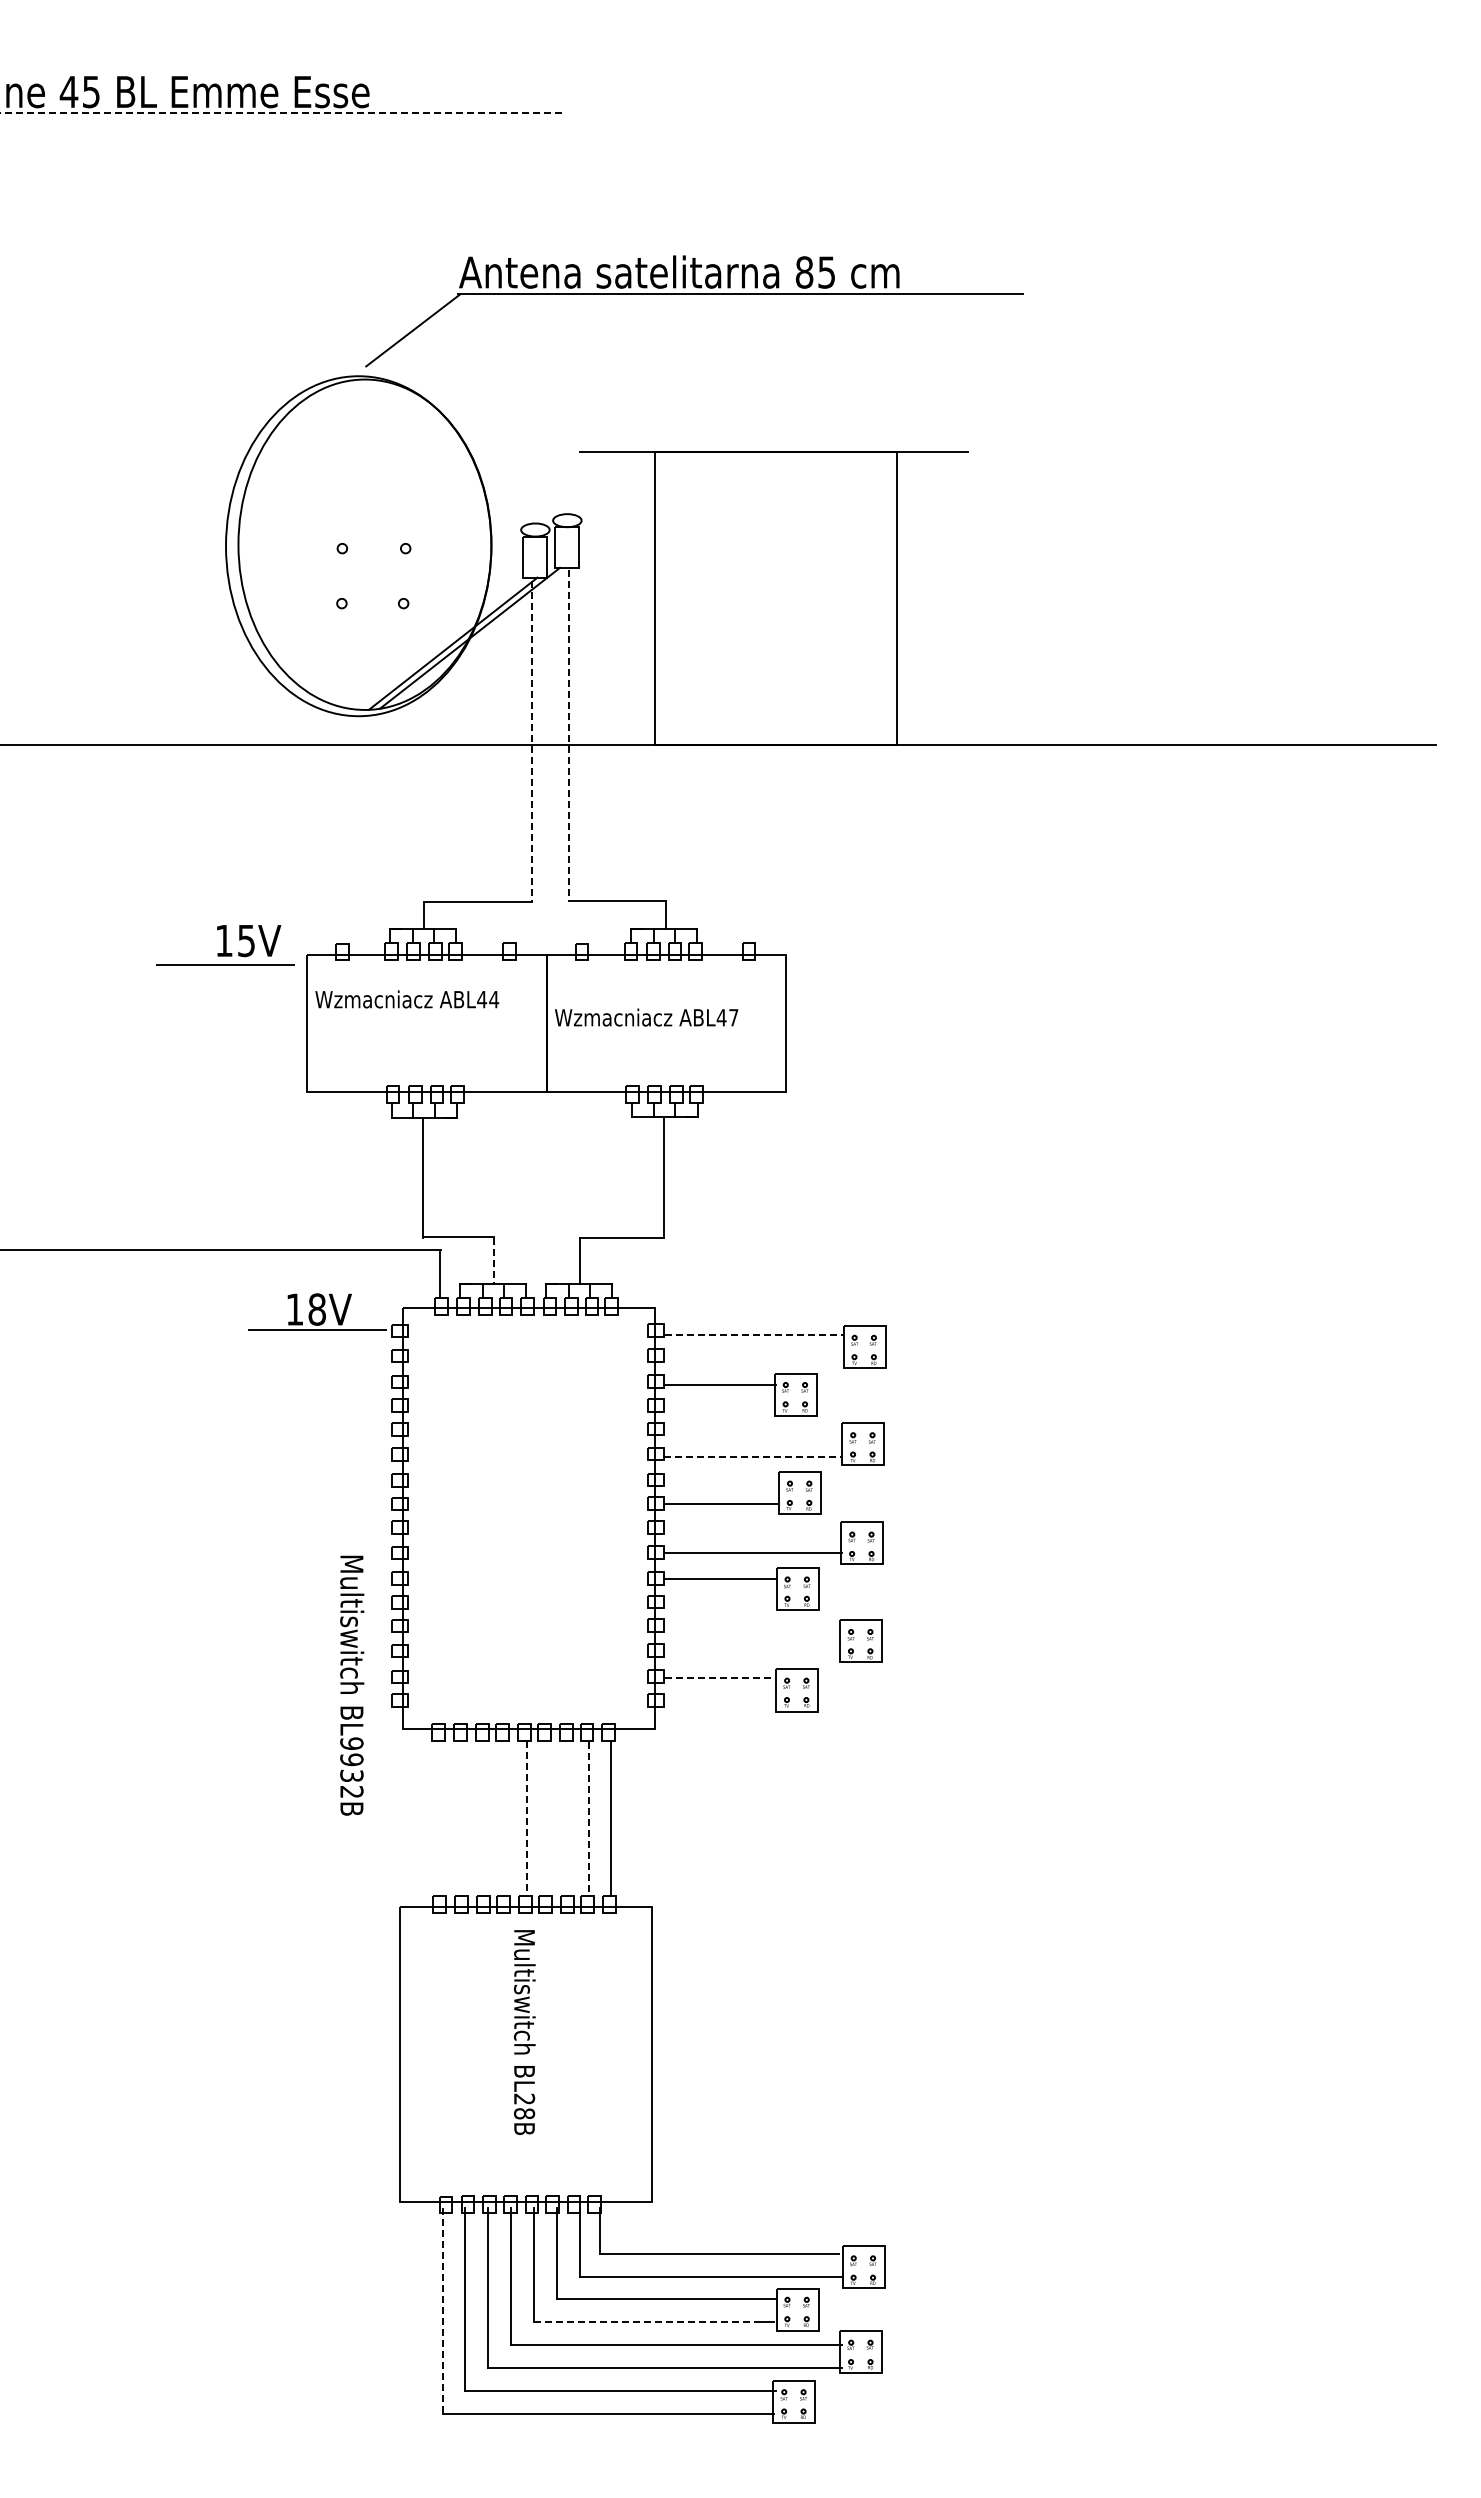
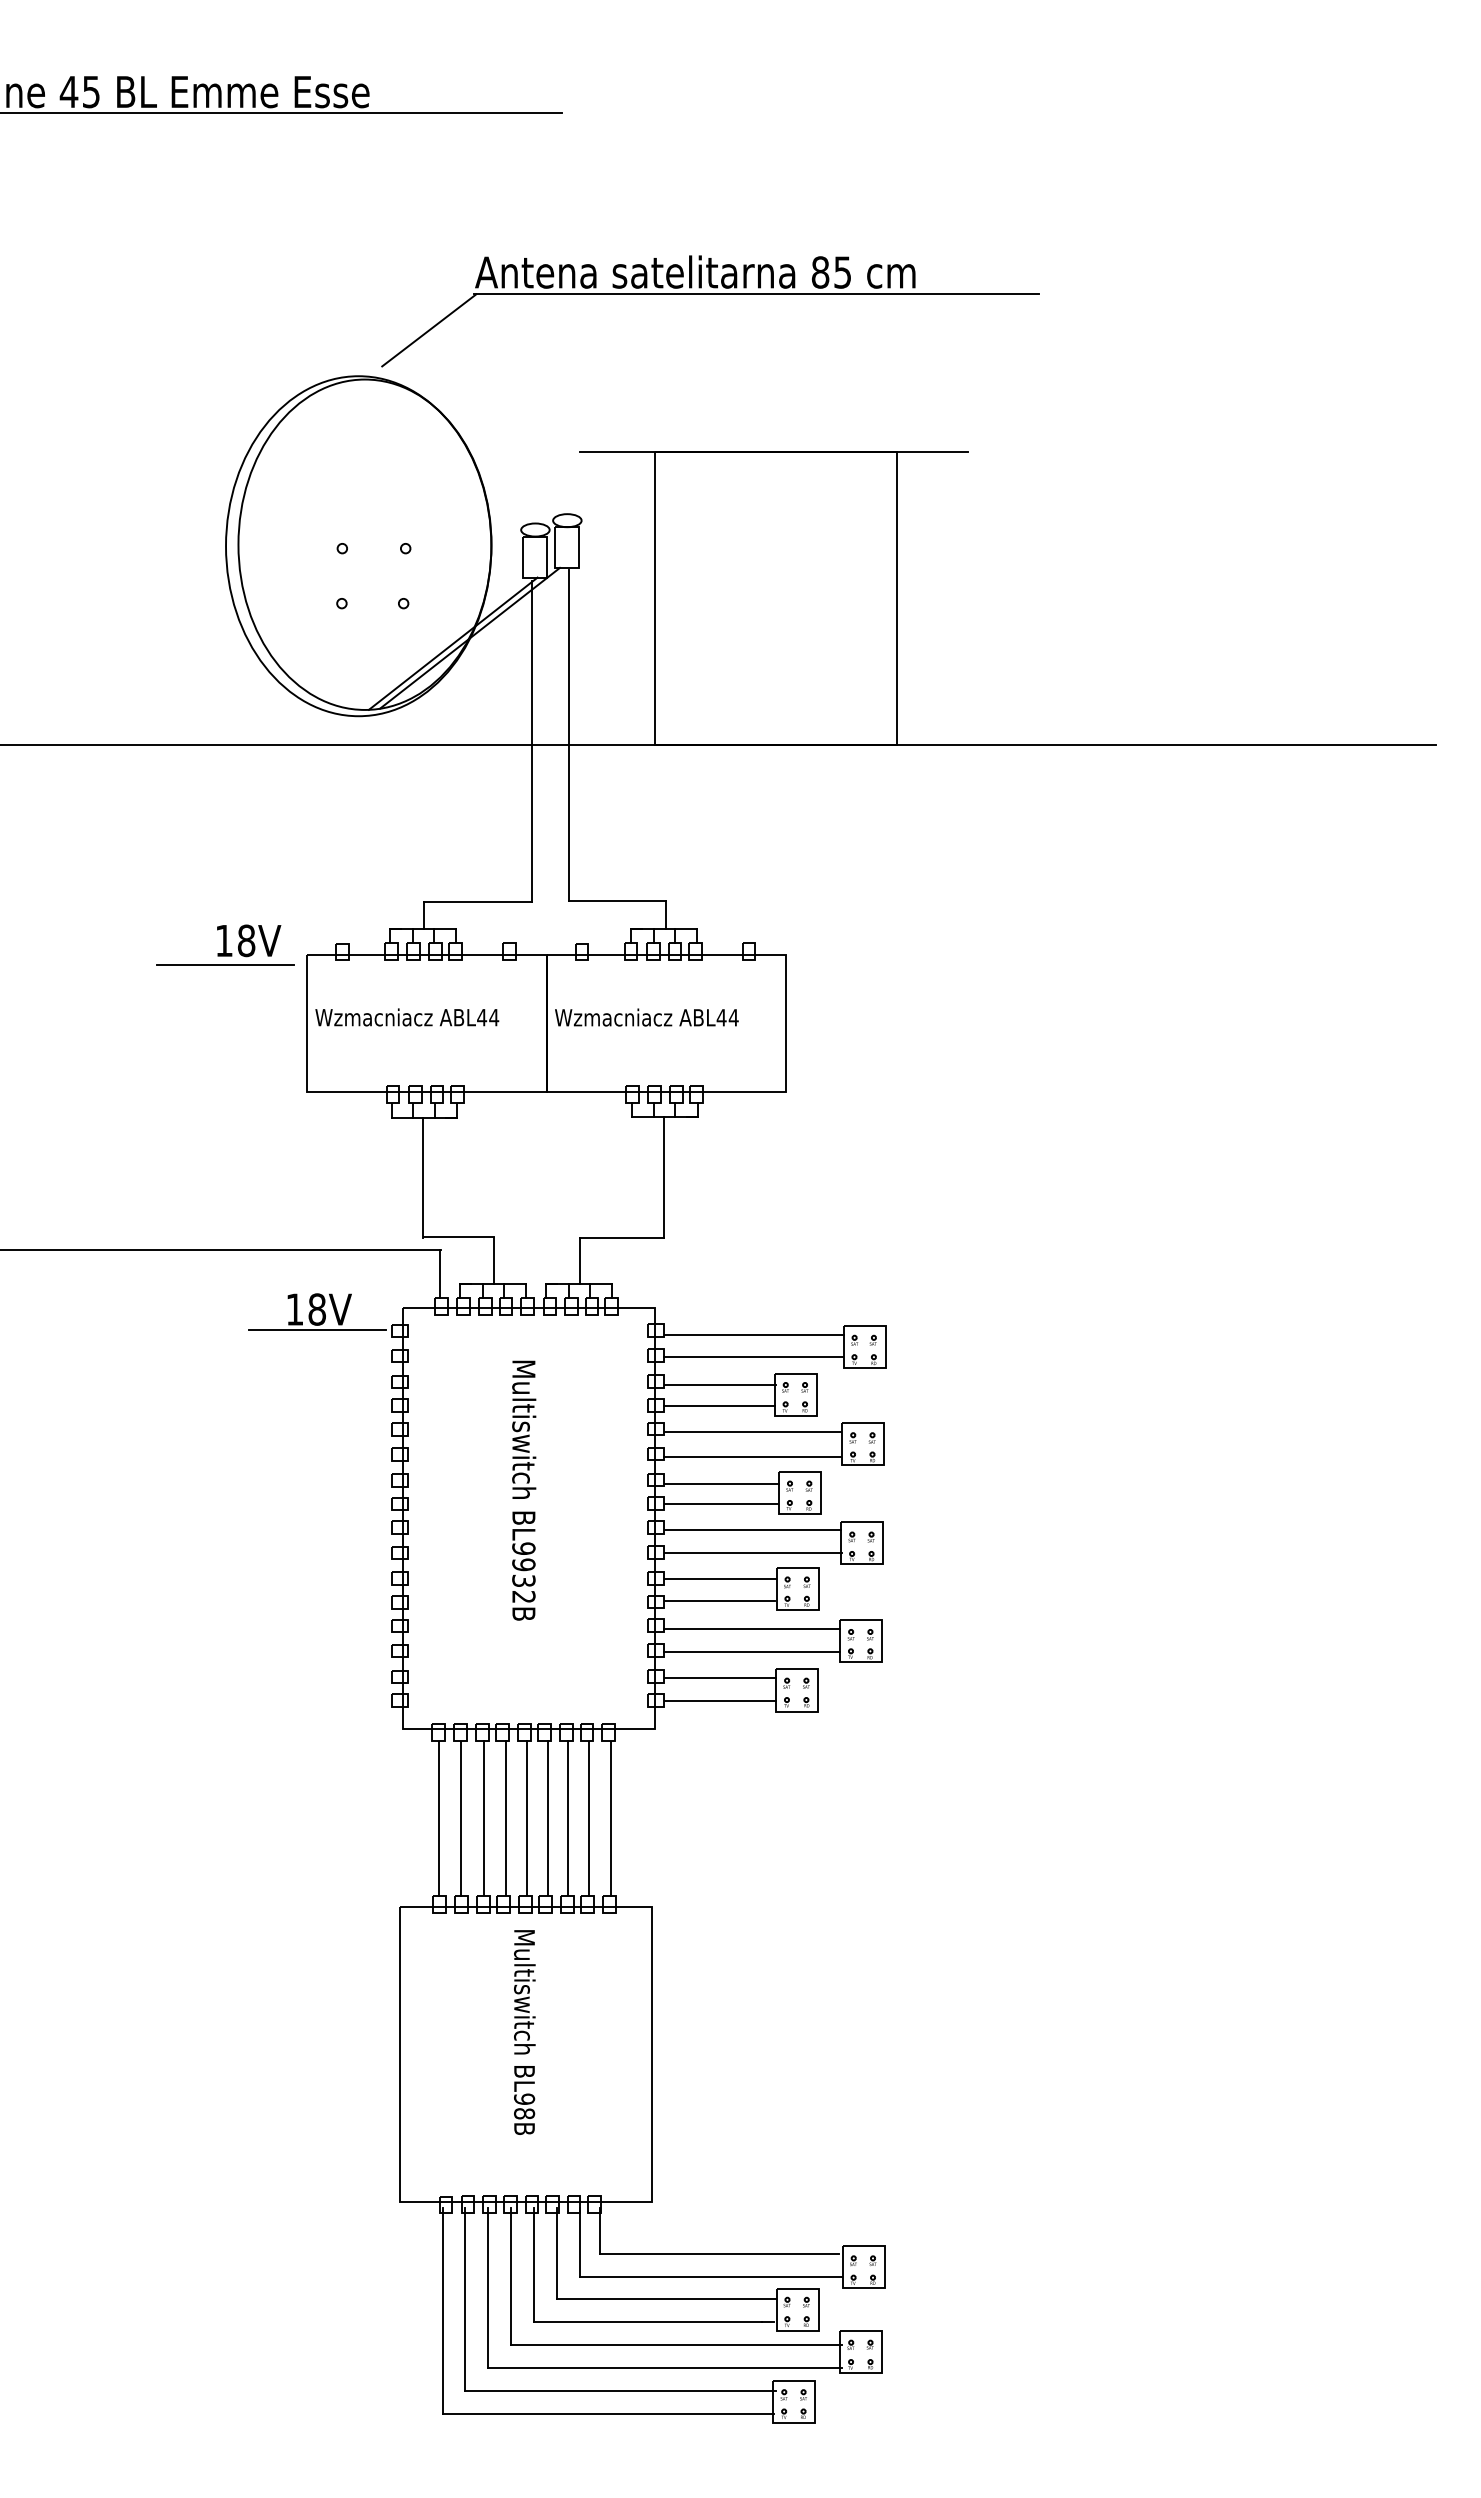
line at (280, 113): dashed -> solid
part at (694, 294) position: (694, 294) -> (710, 294)
line at (569, 736): dashed -> solid
line at (532, 741): dashed -> solid
text at (246, 940): 15V -> 18V
text at (407, 999) position: (407, 999) -> (407, 1017)
text at (733, 1017): ABL47 -> ABL44
line at (494, 1261): dashed -> solid
line at (754, 1334): dashed -> solid
line at (753, 1356): none -> present
line at (719, 1405): none -> present
line at (752, 1431): none -> present
line at (753, 1456): dashed -> solid
line at (721, 1483): none -> present
line at (752, 1530): none -> present
line at (719, 1601): none -> present
line at (751, 1629): none -> present
line at (752, 1652): none -> present
line at (720, 1678): dashed -> solid
text at (352, 1685) position: (352, 1685) -> (524, 1490)
line at (720, 1700): none -> present
line at (483, 1817): none -> present
line at (506, 1817): none -> present
line at (461, 1818): none -> present
line at (527, 1818): dashed -> solid
line at (548, 1818): none -> present
line at (568, 1818): none -> present
line at (438, 1819): none -> present
line at (589, 1819): dashed -> solid
text at (524, 2098): BL28B -> BL98B
line at (442, 2310): dashed -> solid
line at (648, 2322): dashed -> solid
